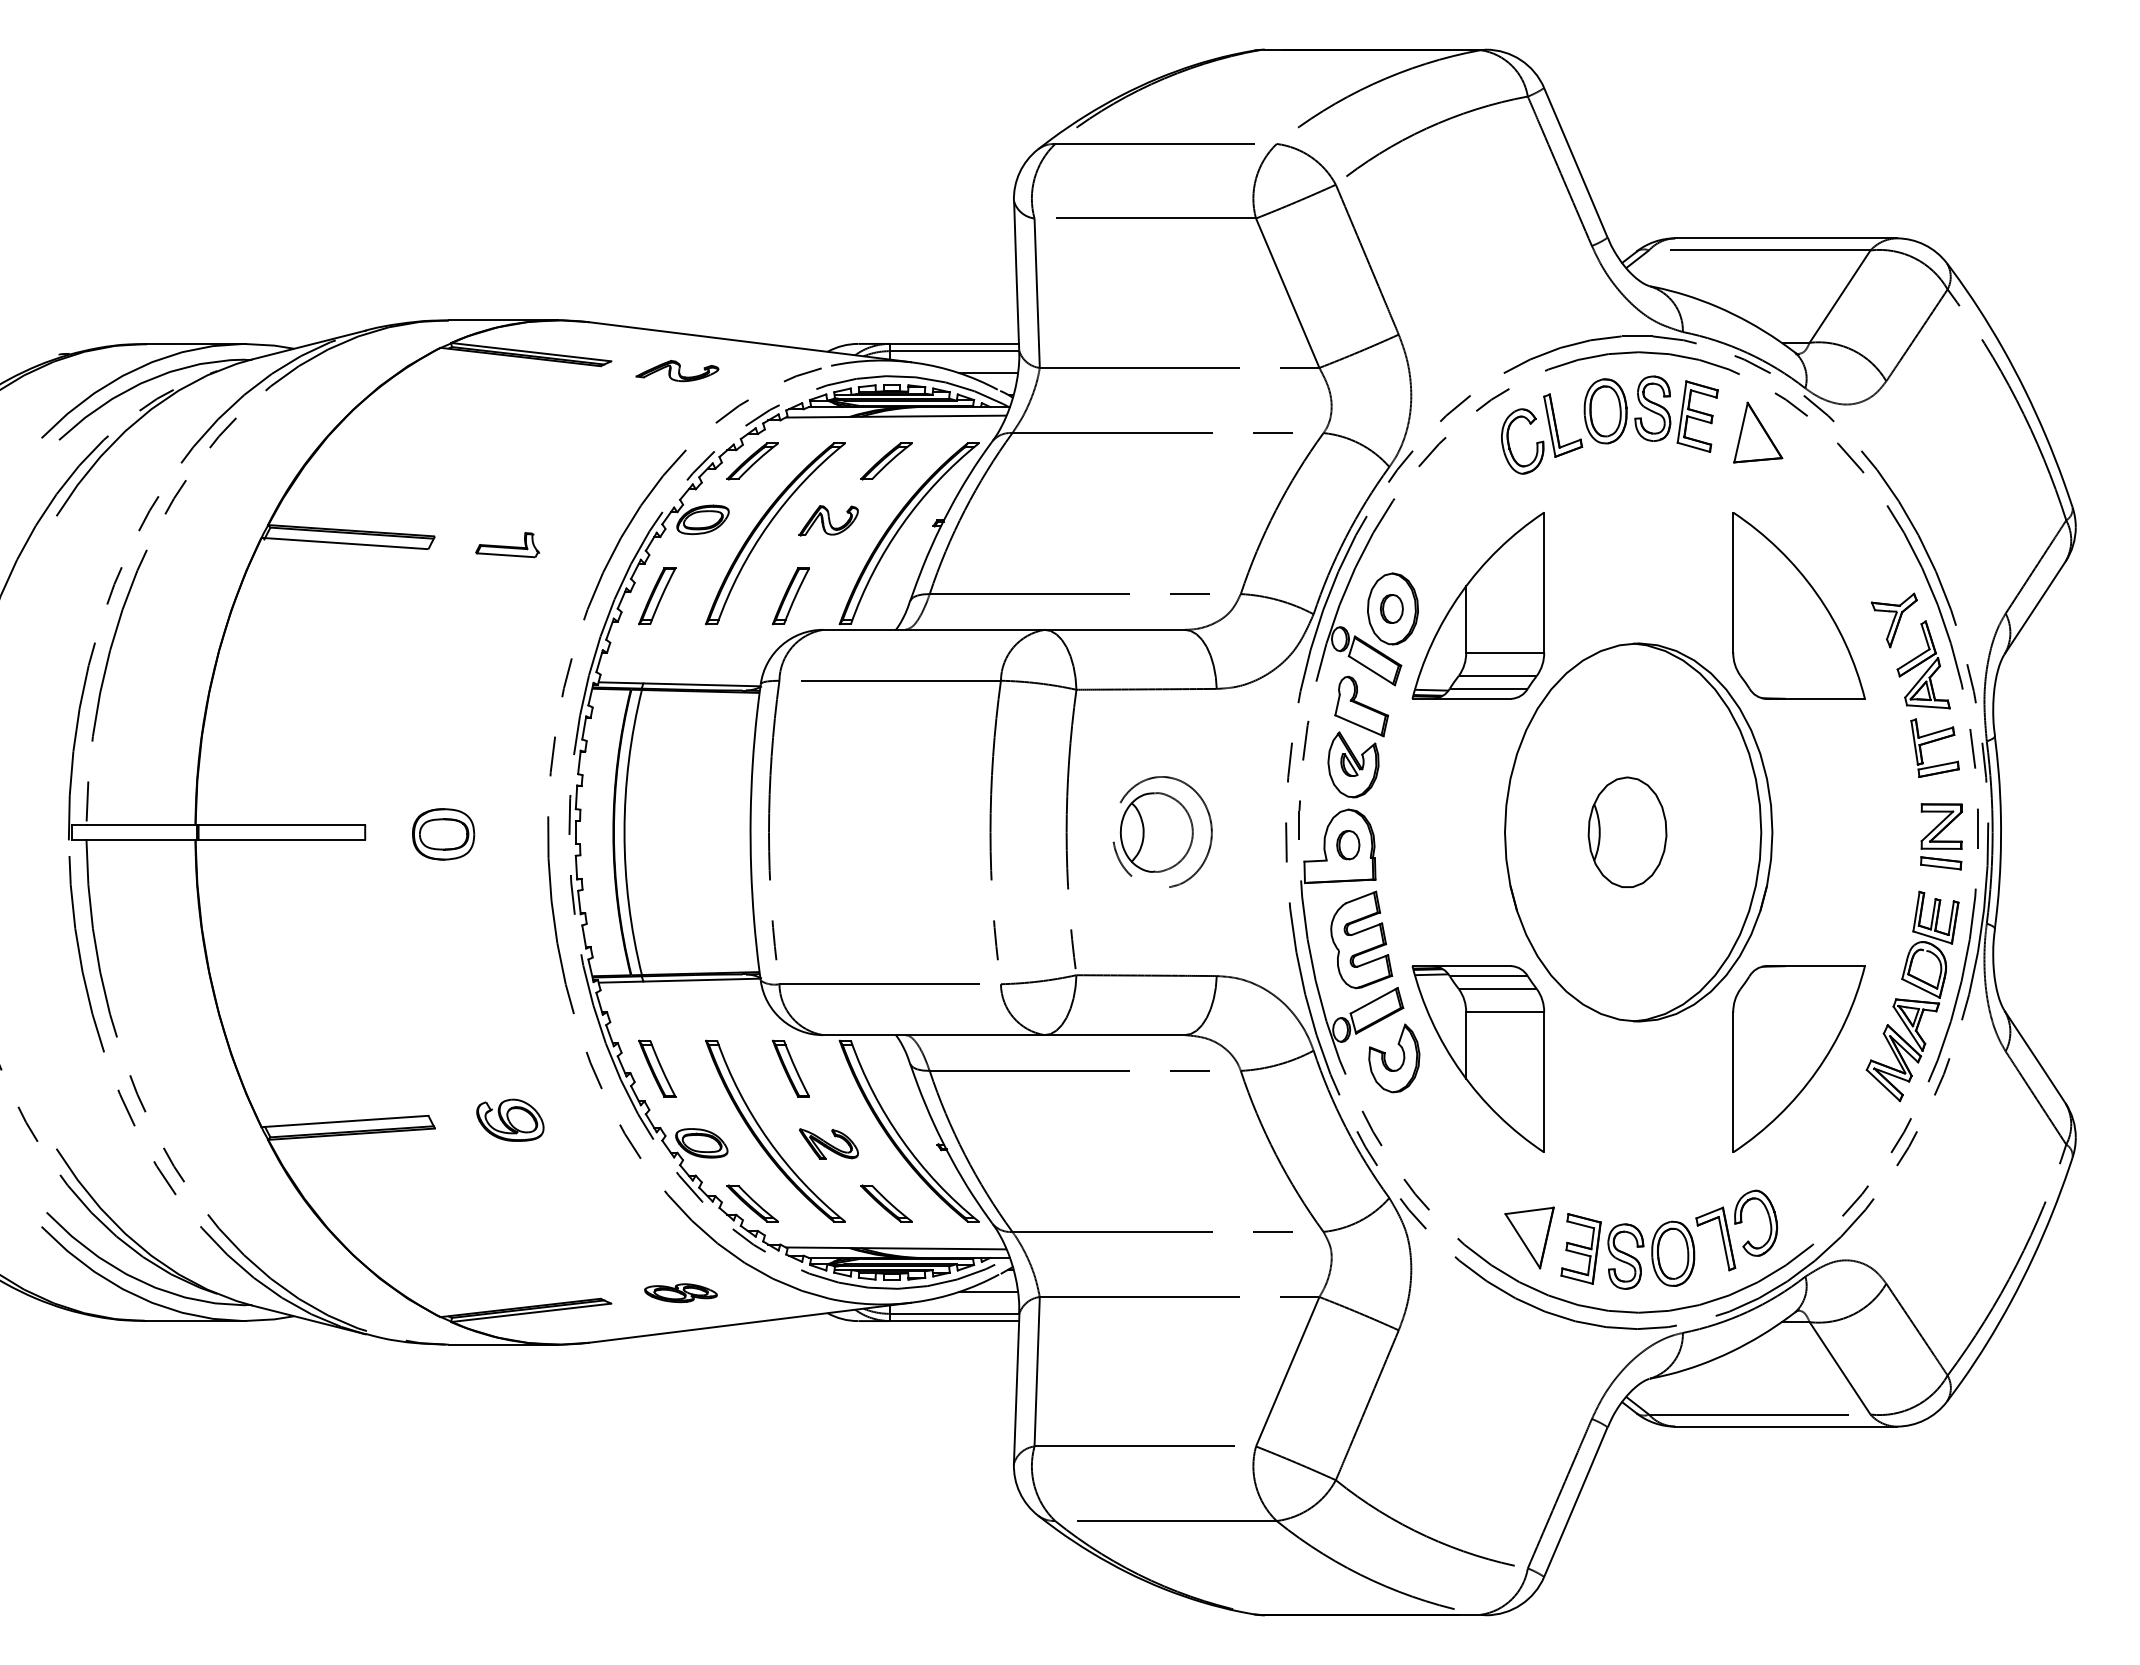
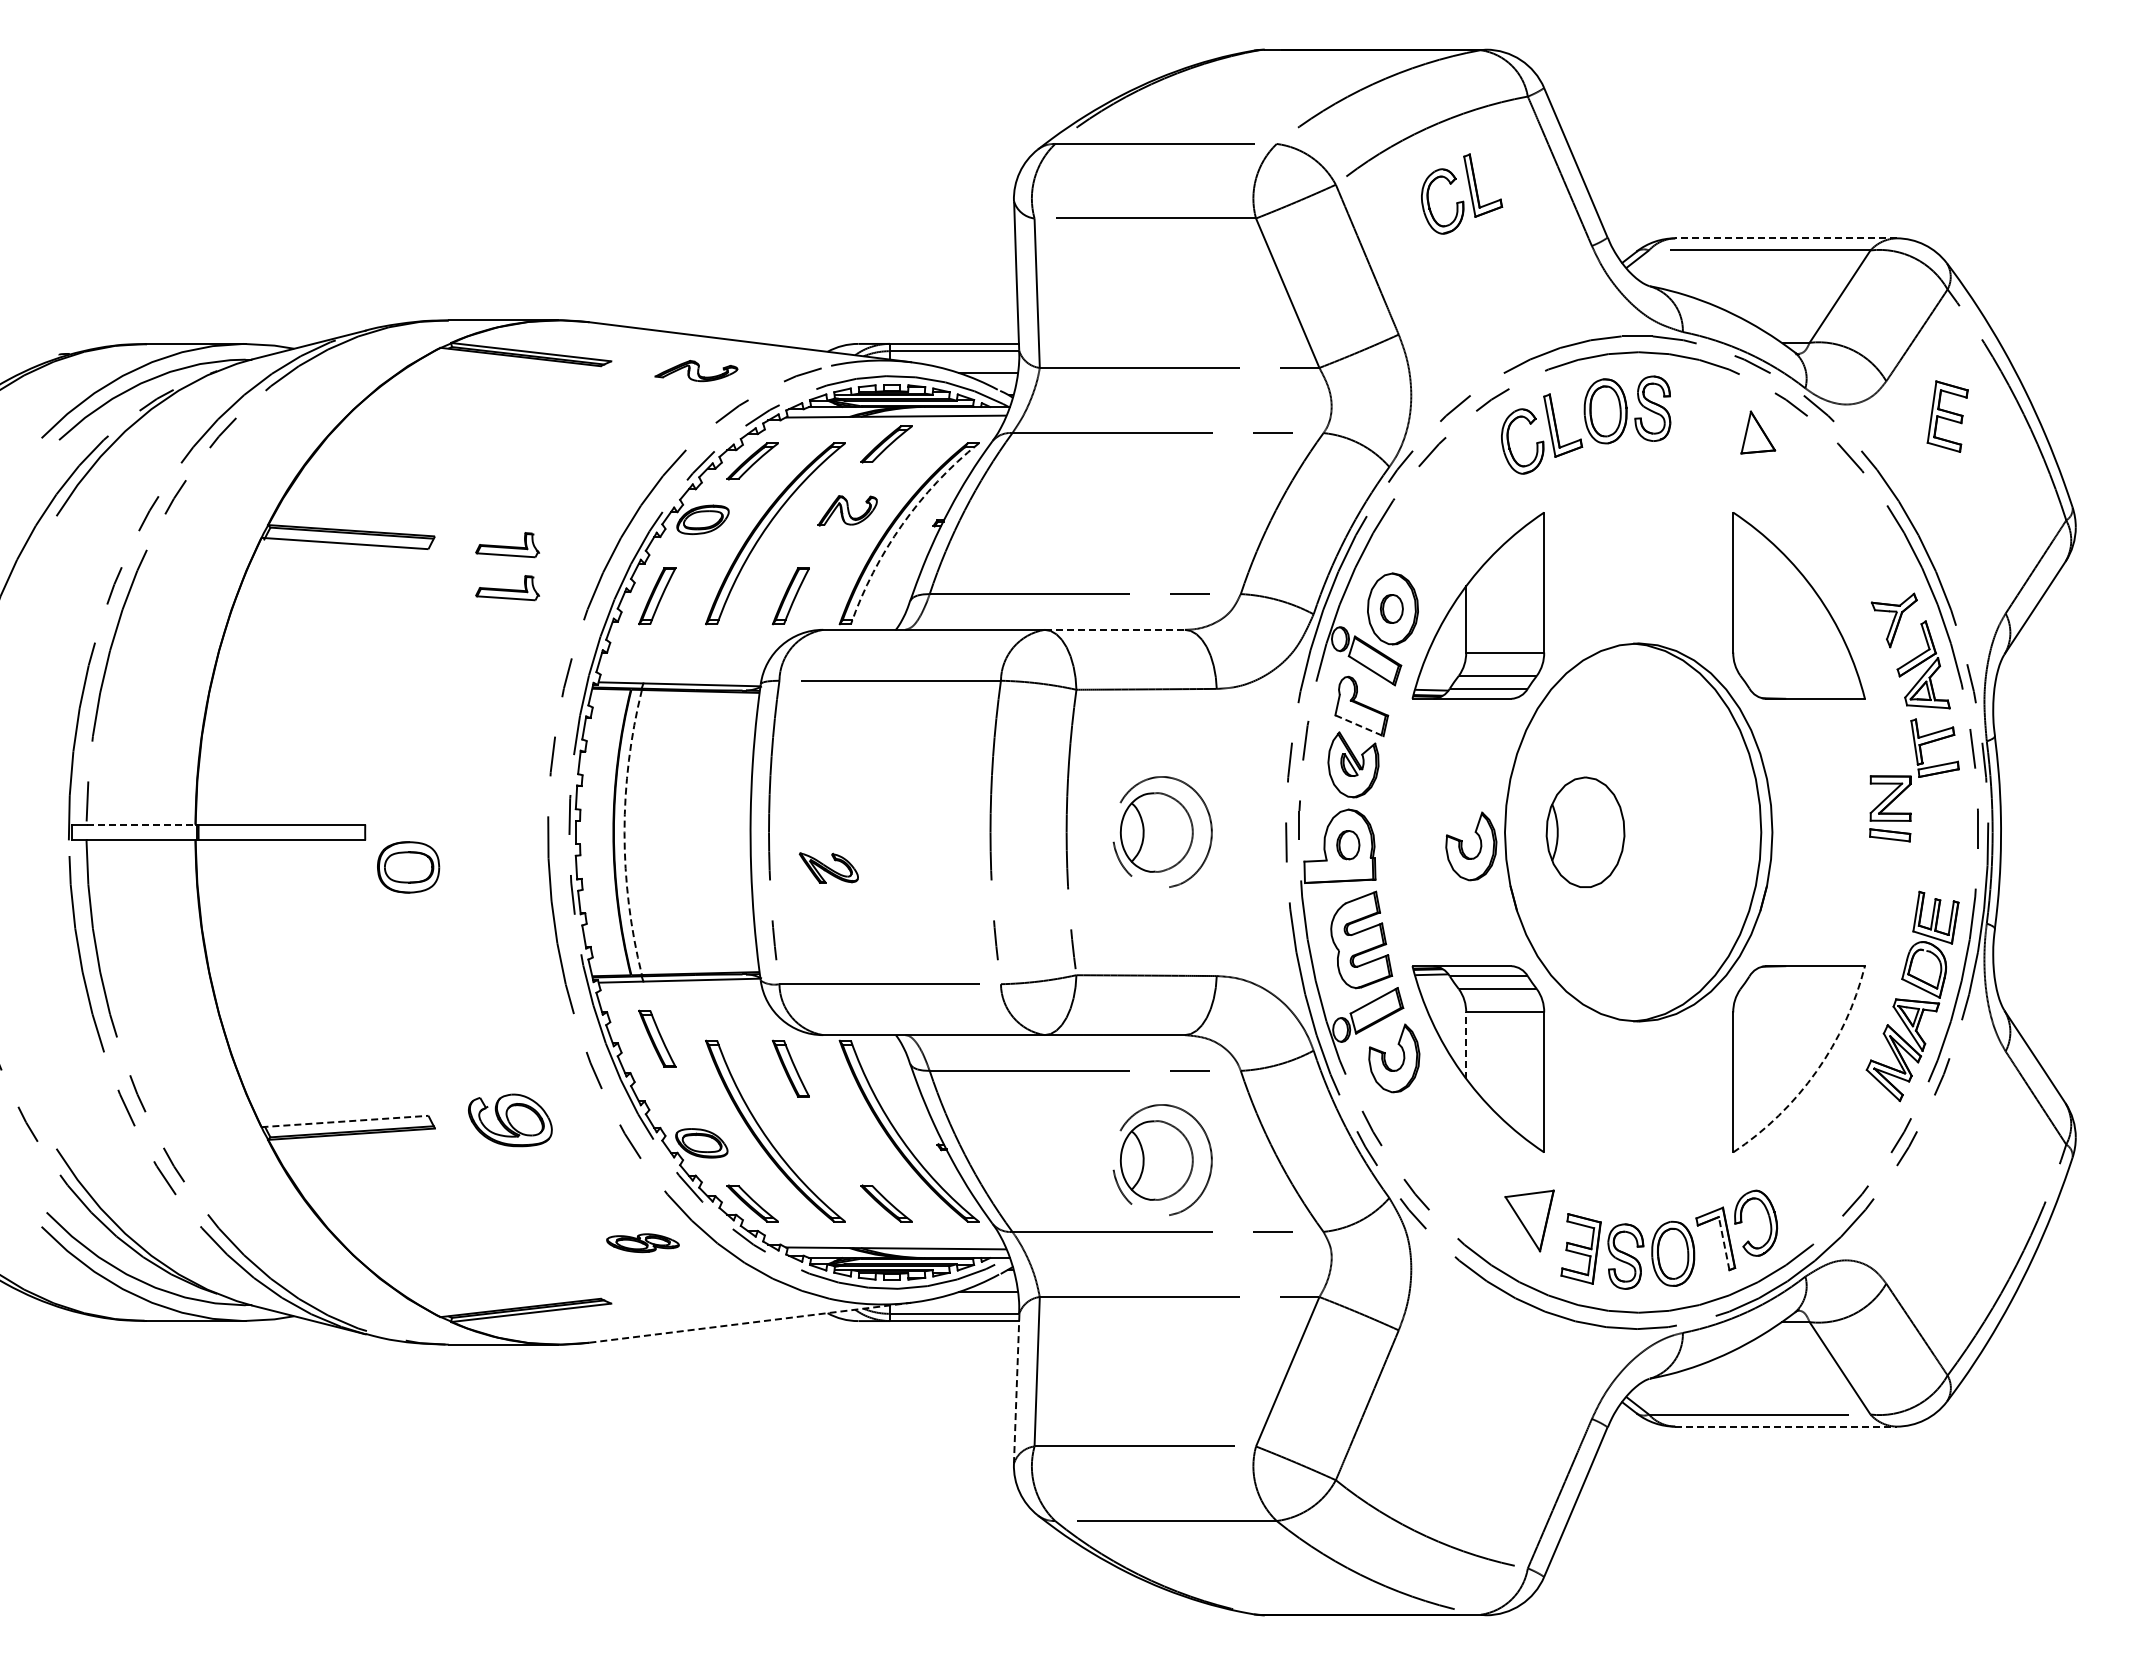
part at (1463, 200): none -> present
line at (1785, 238): solid -> dashed
part at (677, 371) position: (677, 371) -> (696, 371)
part at (1697, 416) position: (1697, 416) -> (1947, 416)
part at (1758, 432) size: 51x63 px -> 37x45 px
part at (886, 461) position: (886, 461) -> (886, 444)
part at (828, 520) position: (828, 520) -> (847, 510)
arc at (902, 524): solid -> dashed
part at (507, 588): none -> present
line at (1115, 629): solid -> dashed
line at (1359, 725): solid -> dashed
line at (141, 824): solid -> dashed
part at (1627, 831) position: (1627, 831) -> (1585, 831)
arc at (624, 832): solid -> dashed
part at (443, 834) position: (443, 834) -> (408, 867)
part at (1941, 836) position: (1941, 836) -> (1890, 808)
part at (1479, 849): none -> present
line at (1466, 1045): solid -> dashed
part at (657, 1068) position: (657, 1068) -> (657, 1038)
arc at (1816, 1071): solid -> dashed
part at (510, 1119) size: 69x44 px -> 85x55 px
line at (344, 1121): solid -> dashed
part at (828, 1143) position: (828, 1143) -> (828, 867)
part at (1162, 1159): none -> present
part at (1529, 1237) position: (1529, 1237) -> (1529, 1220)
line at (1724, 1243): solid -> dashed
part at (680, 1293) position: (680, 1293) -> (642, 1243)
line at (750, 1322): solid -> dashed
line at (1016, 1388): solid -> dashed
line at (1785, 1426): solid -> dashed
